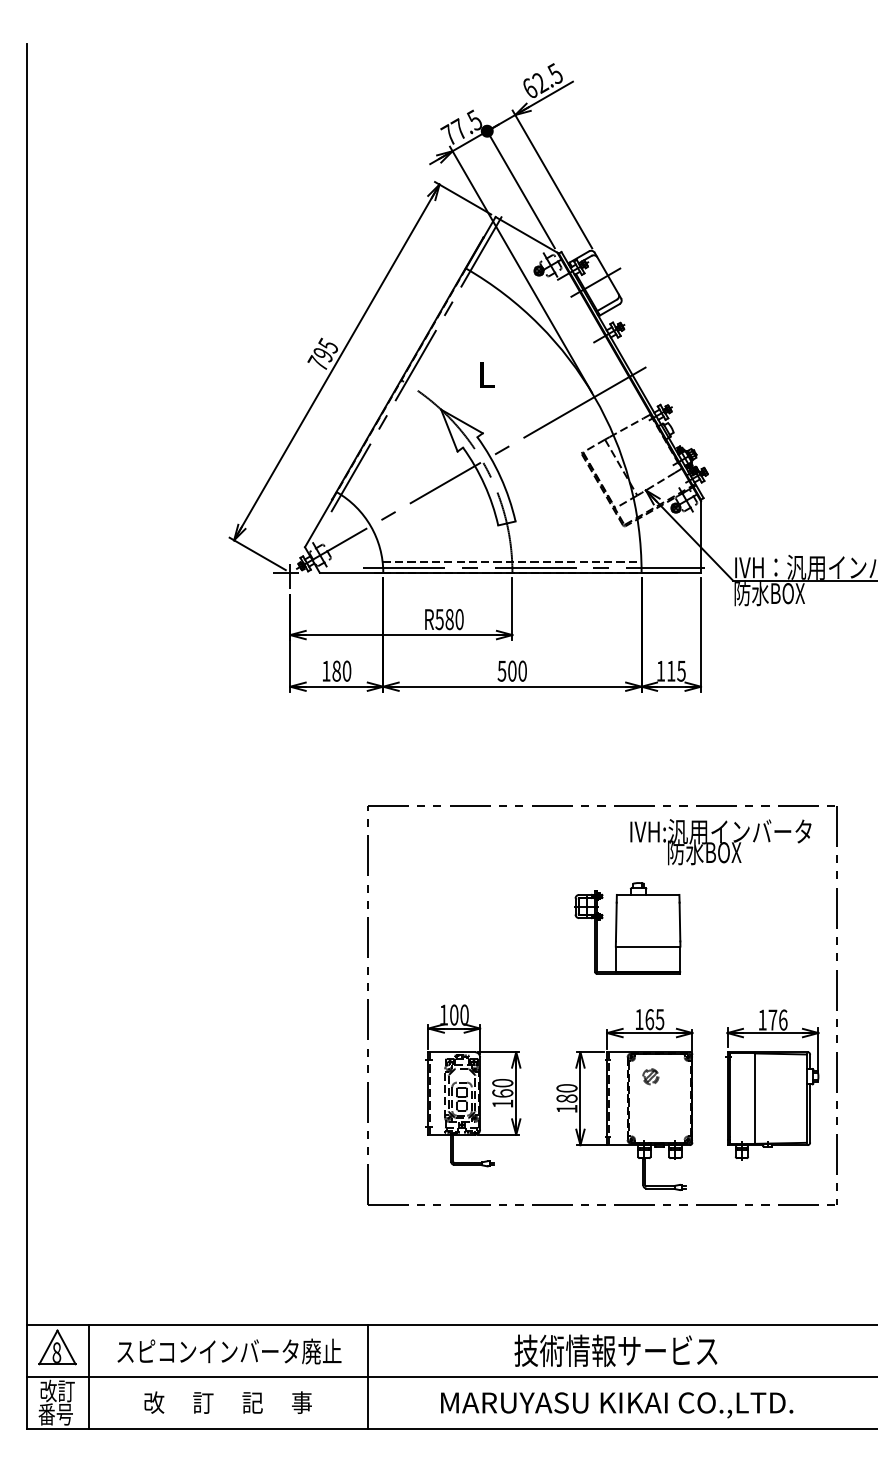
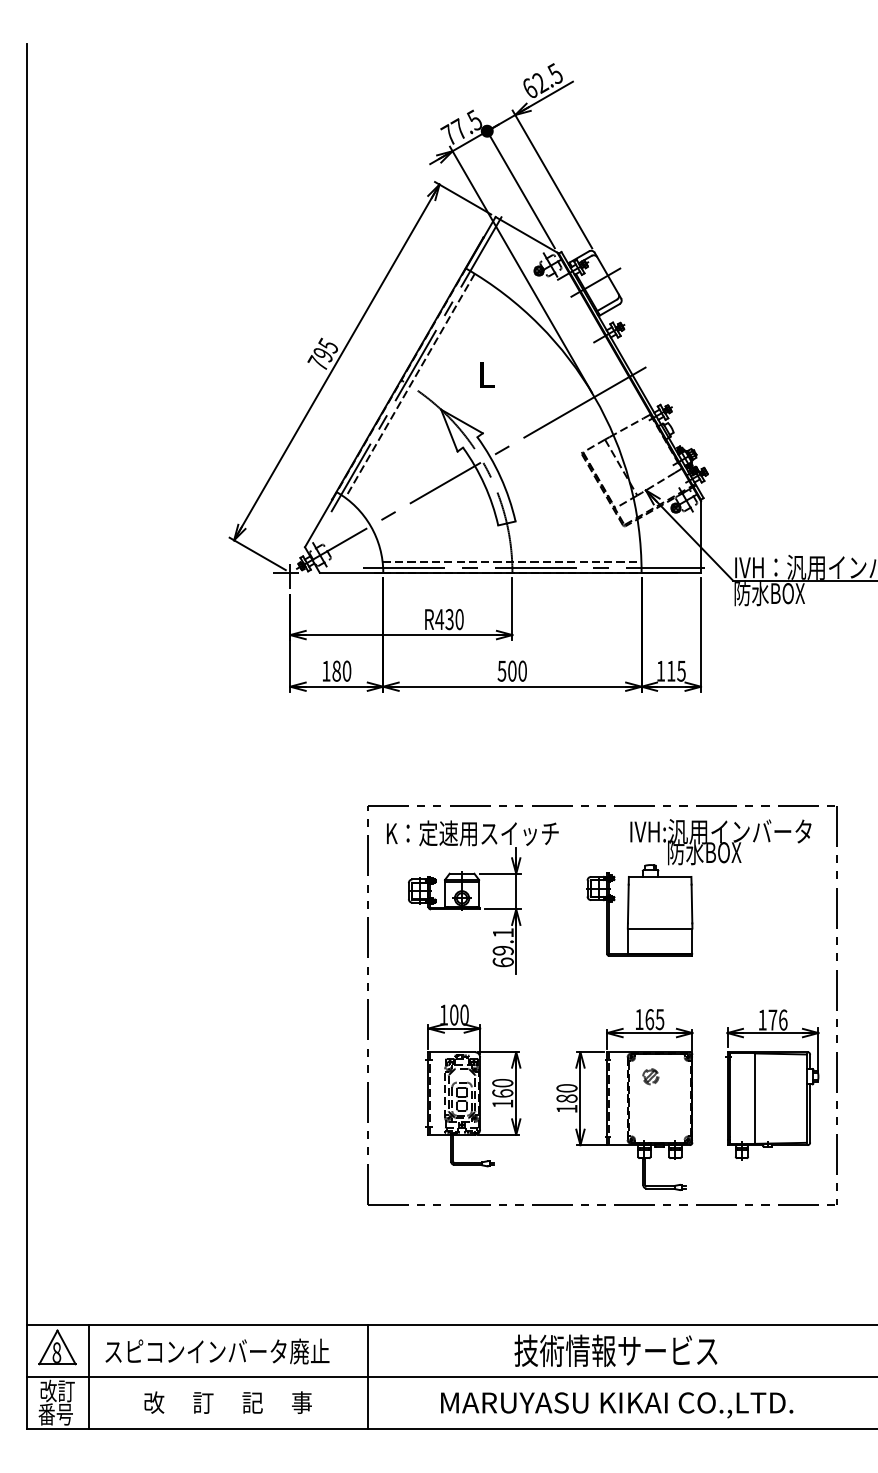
line at (409, 385): none -> present
text at (444, 619): R580 -> R430
part at (472, 897): none -> present
part at (627, 928) position: (627, 928) -> (639, 910)
text at (229, 1351) position: (229, 1351) -> (217, 1351)
